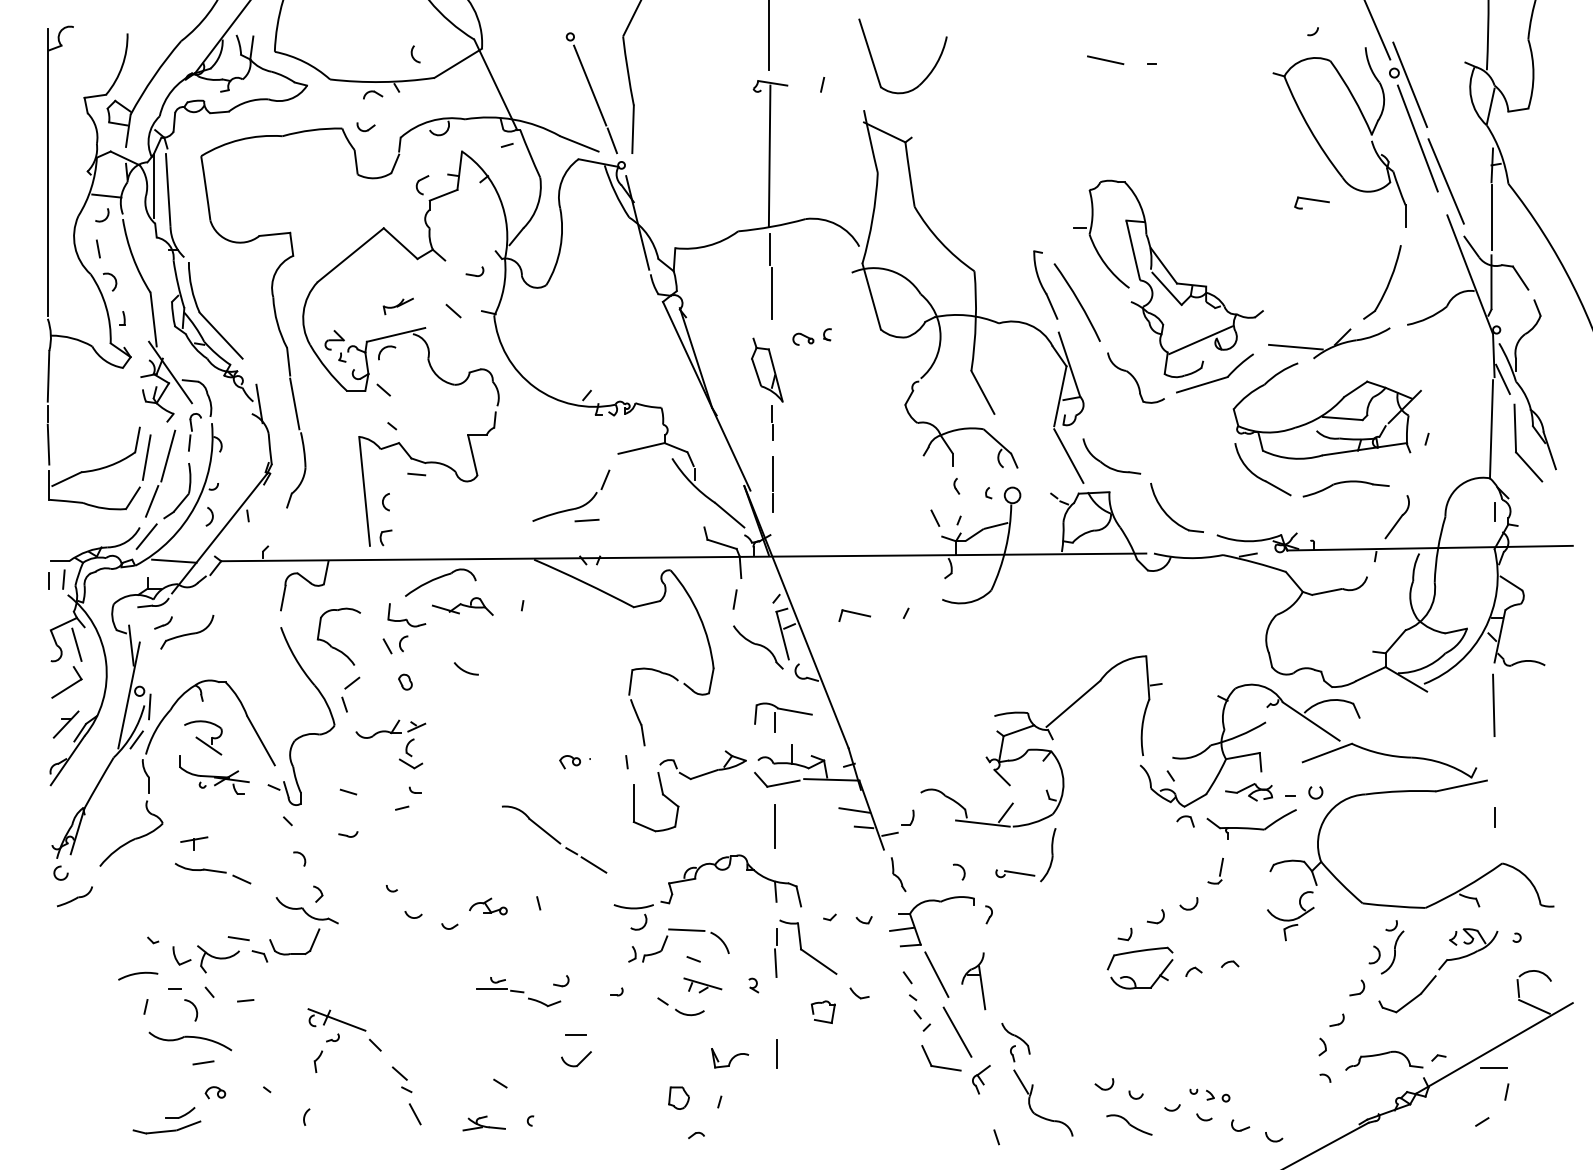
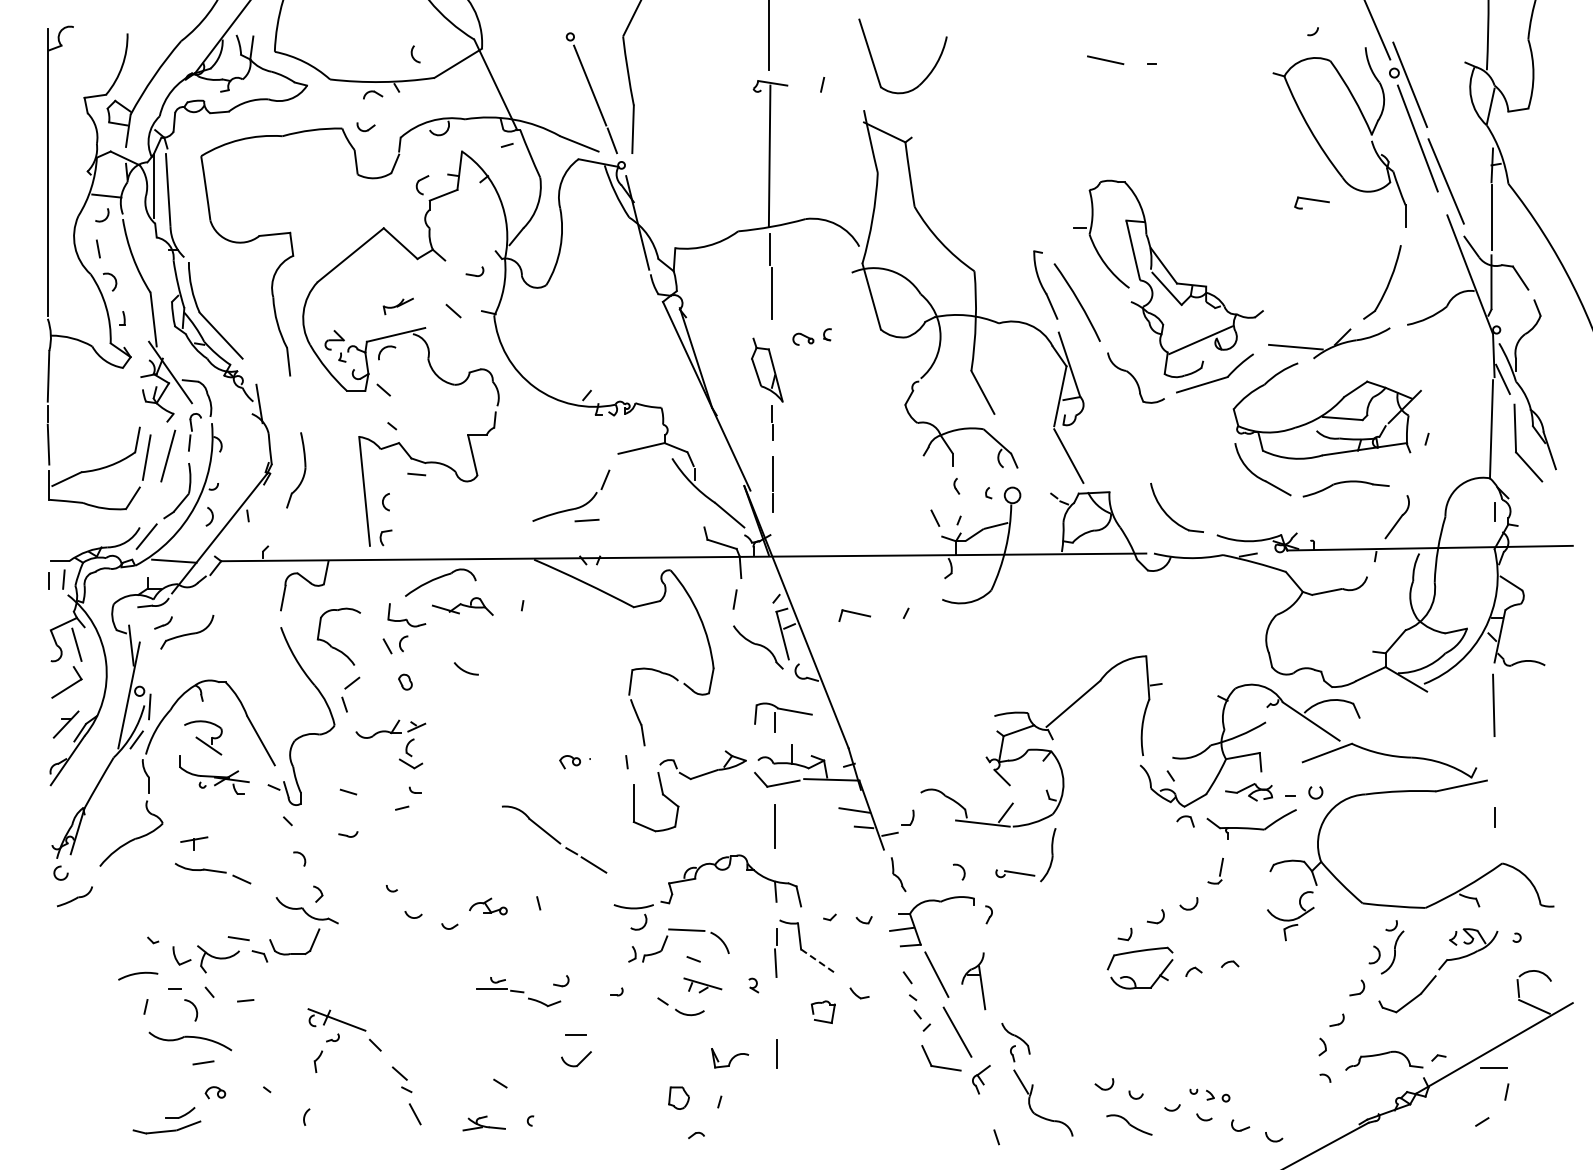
line at (294, 403): present -> none
part at (1107, 465): present -> none
line at (151, 501): present -> none
line at (819, 961): solid -> dashed
